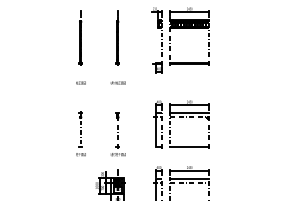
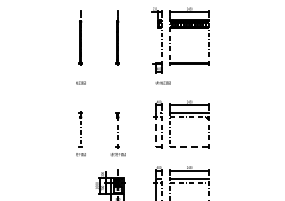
text at (117, 82) position: (117, 82) -> (162, 82)
line at (155, 130): solid -> dashed
line at (188, 146): solid -> dashed
